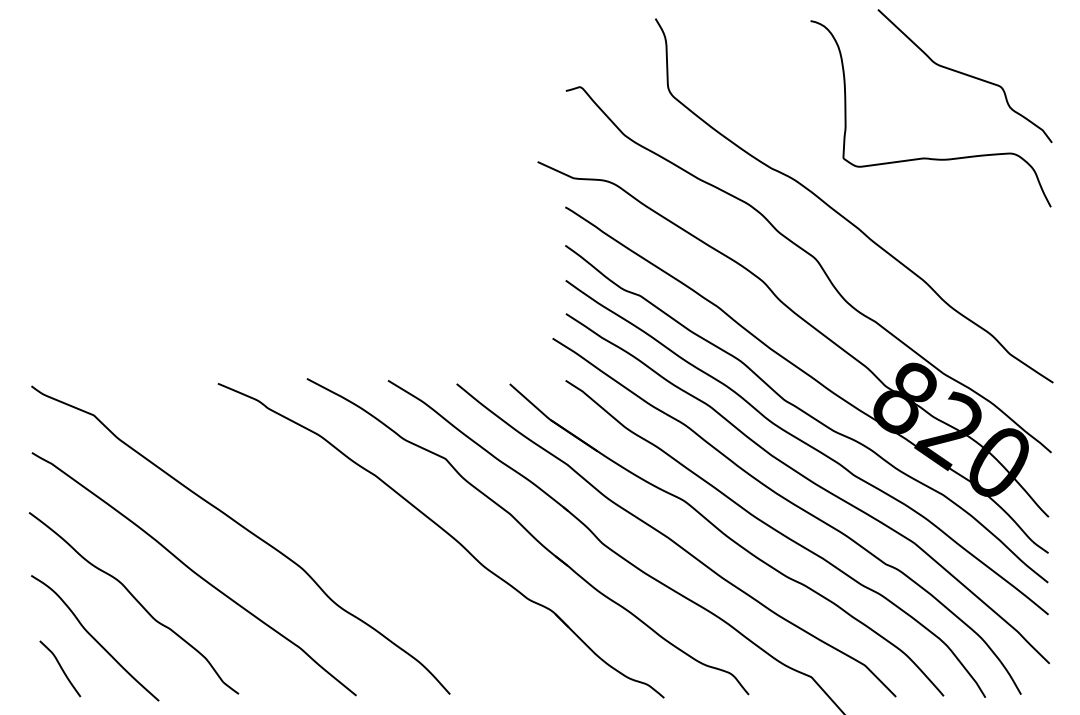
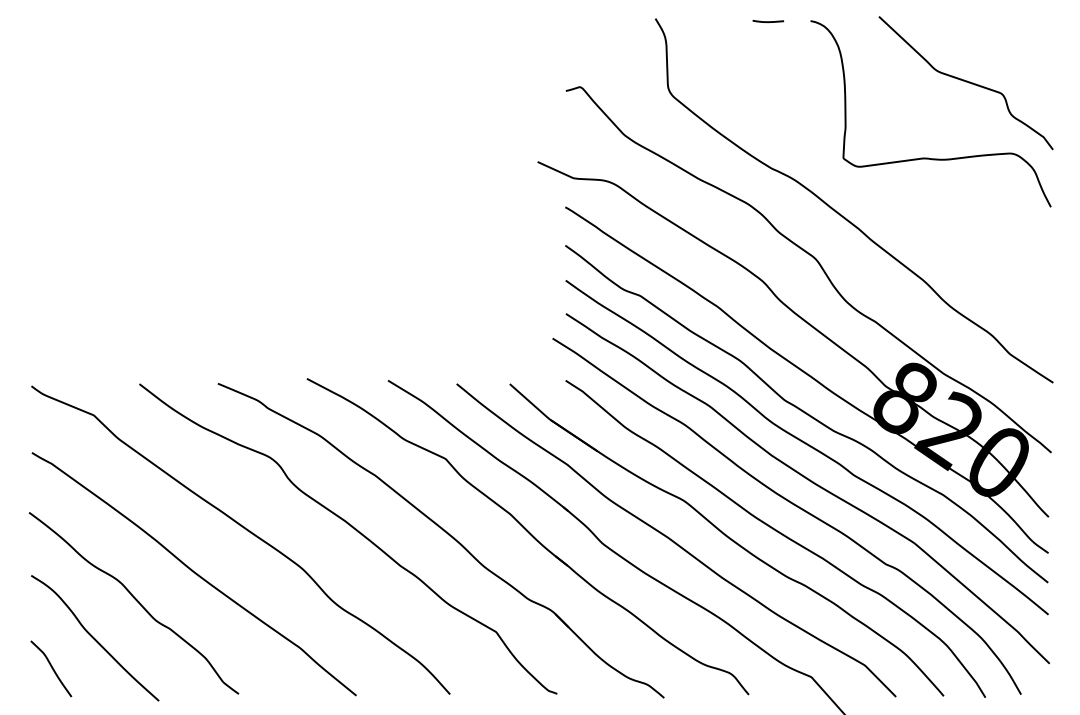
curve at (768, 21): none -> present
curve at (964, 75) position: (964, 75) -> (965, 82)
curve at (355, 530): none -> present
curve at (60, 668) position: (60, 668) -> (51, 668)
